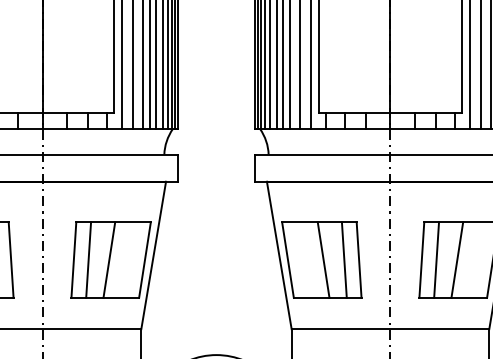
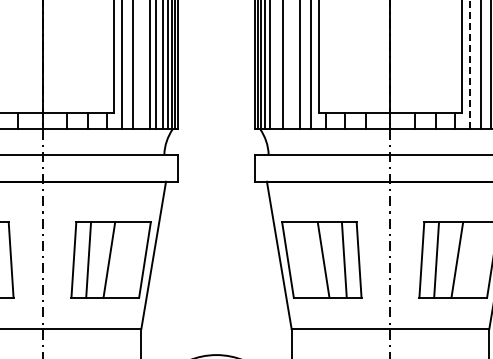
line at (469, 64): solid -> dashed
line at (142, 65): present -> none
line at (276, 65): present -> none
line at (290, 65): present -> none
